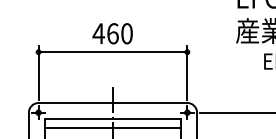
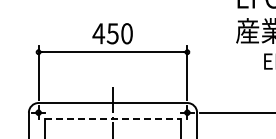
text at (112, 33): 460 -> 450
line at (113, 118): solid -> dashed
line at (112, 128): present -> none
